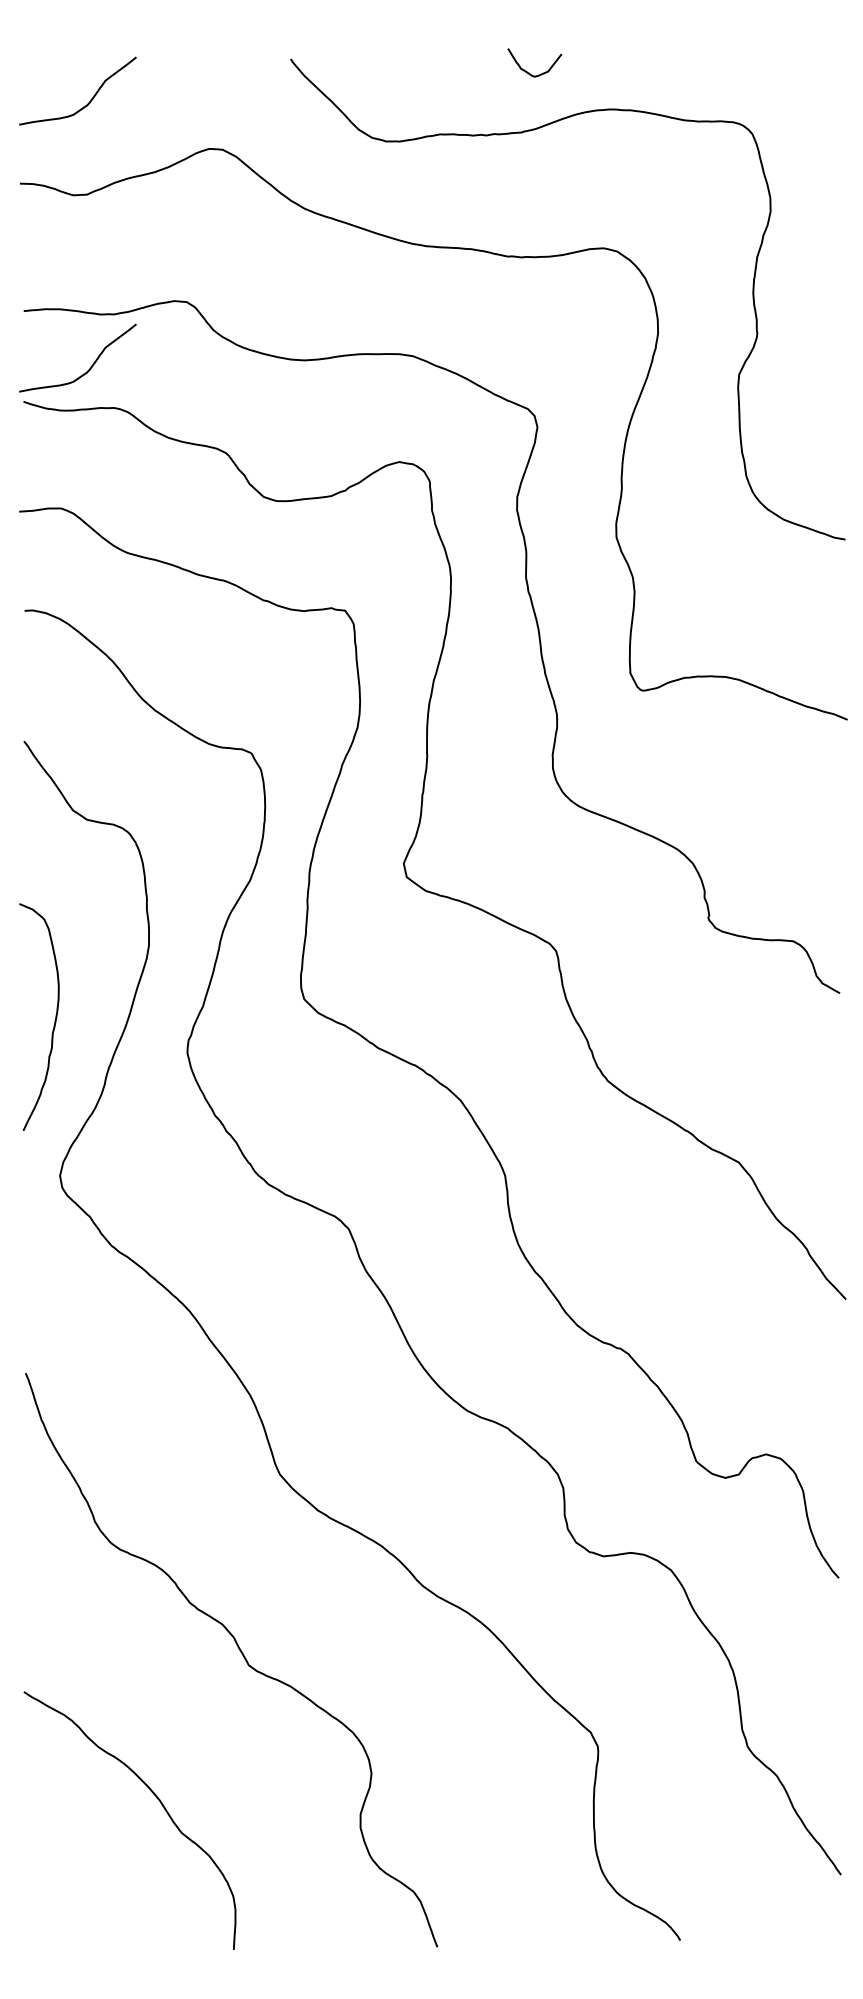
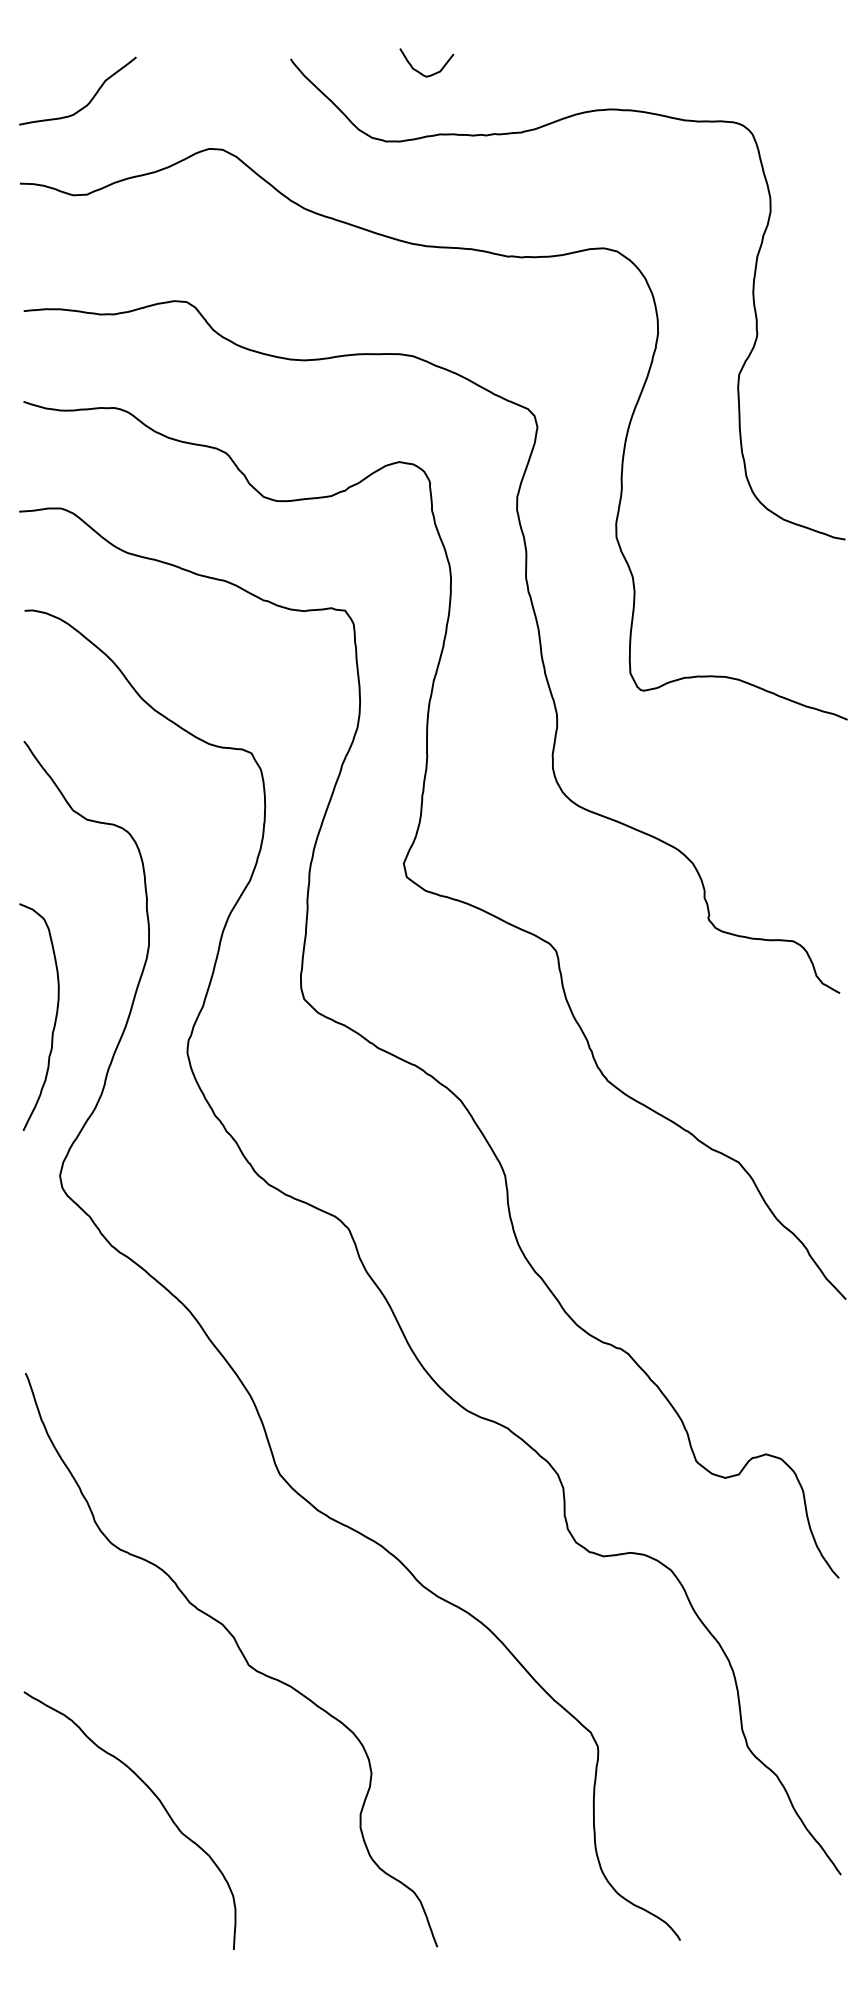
curve at (529, 72) position: (529, 72) -> (421, 72)
curve at (90, 366): present -> none
